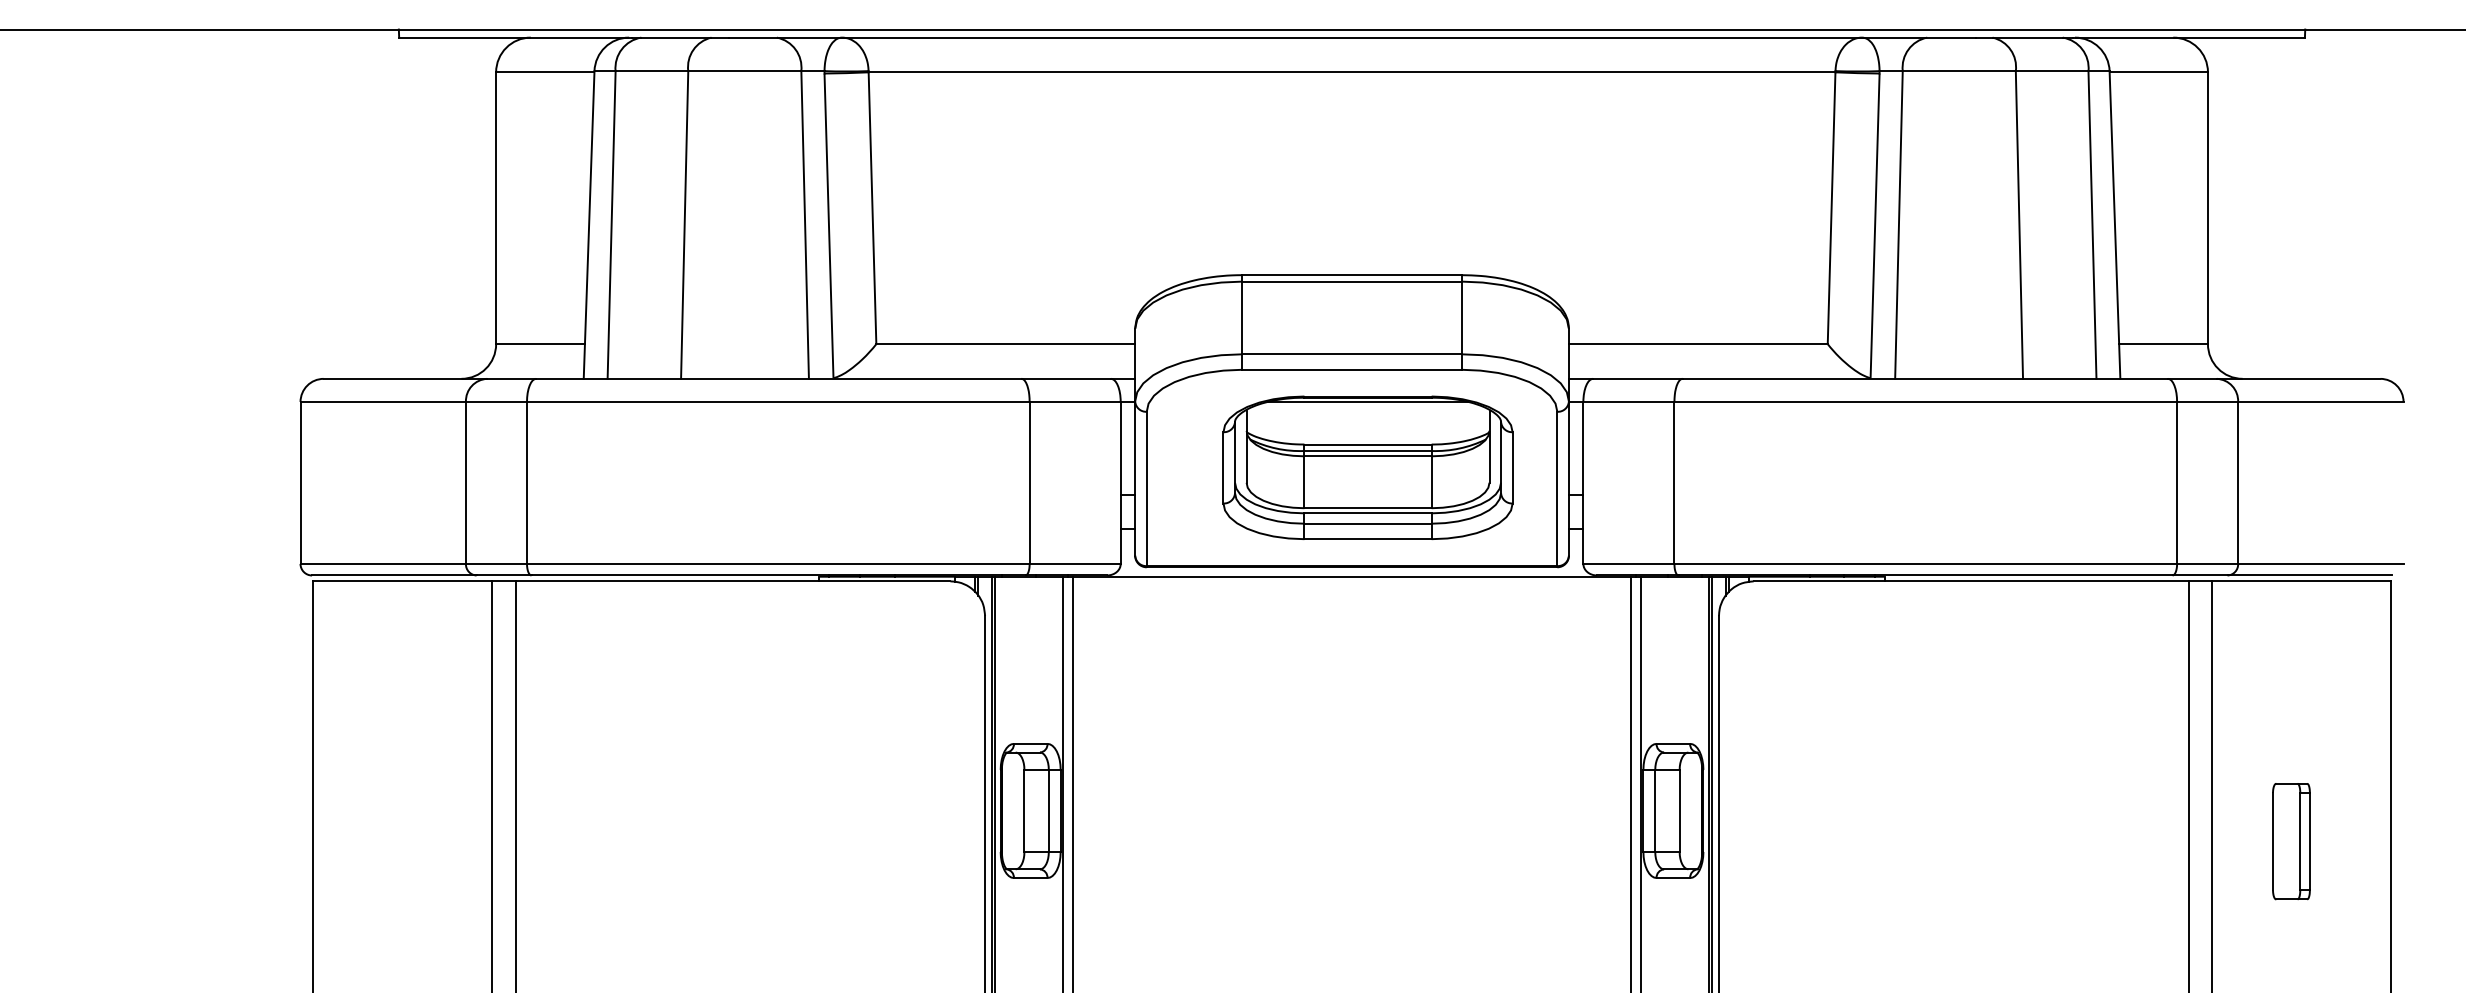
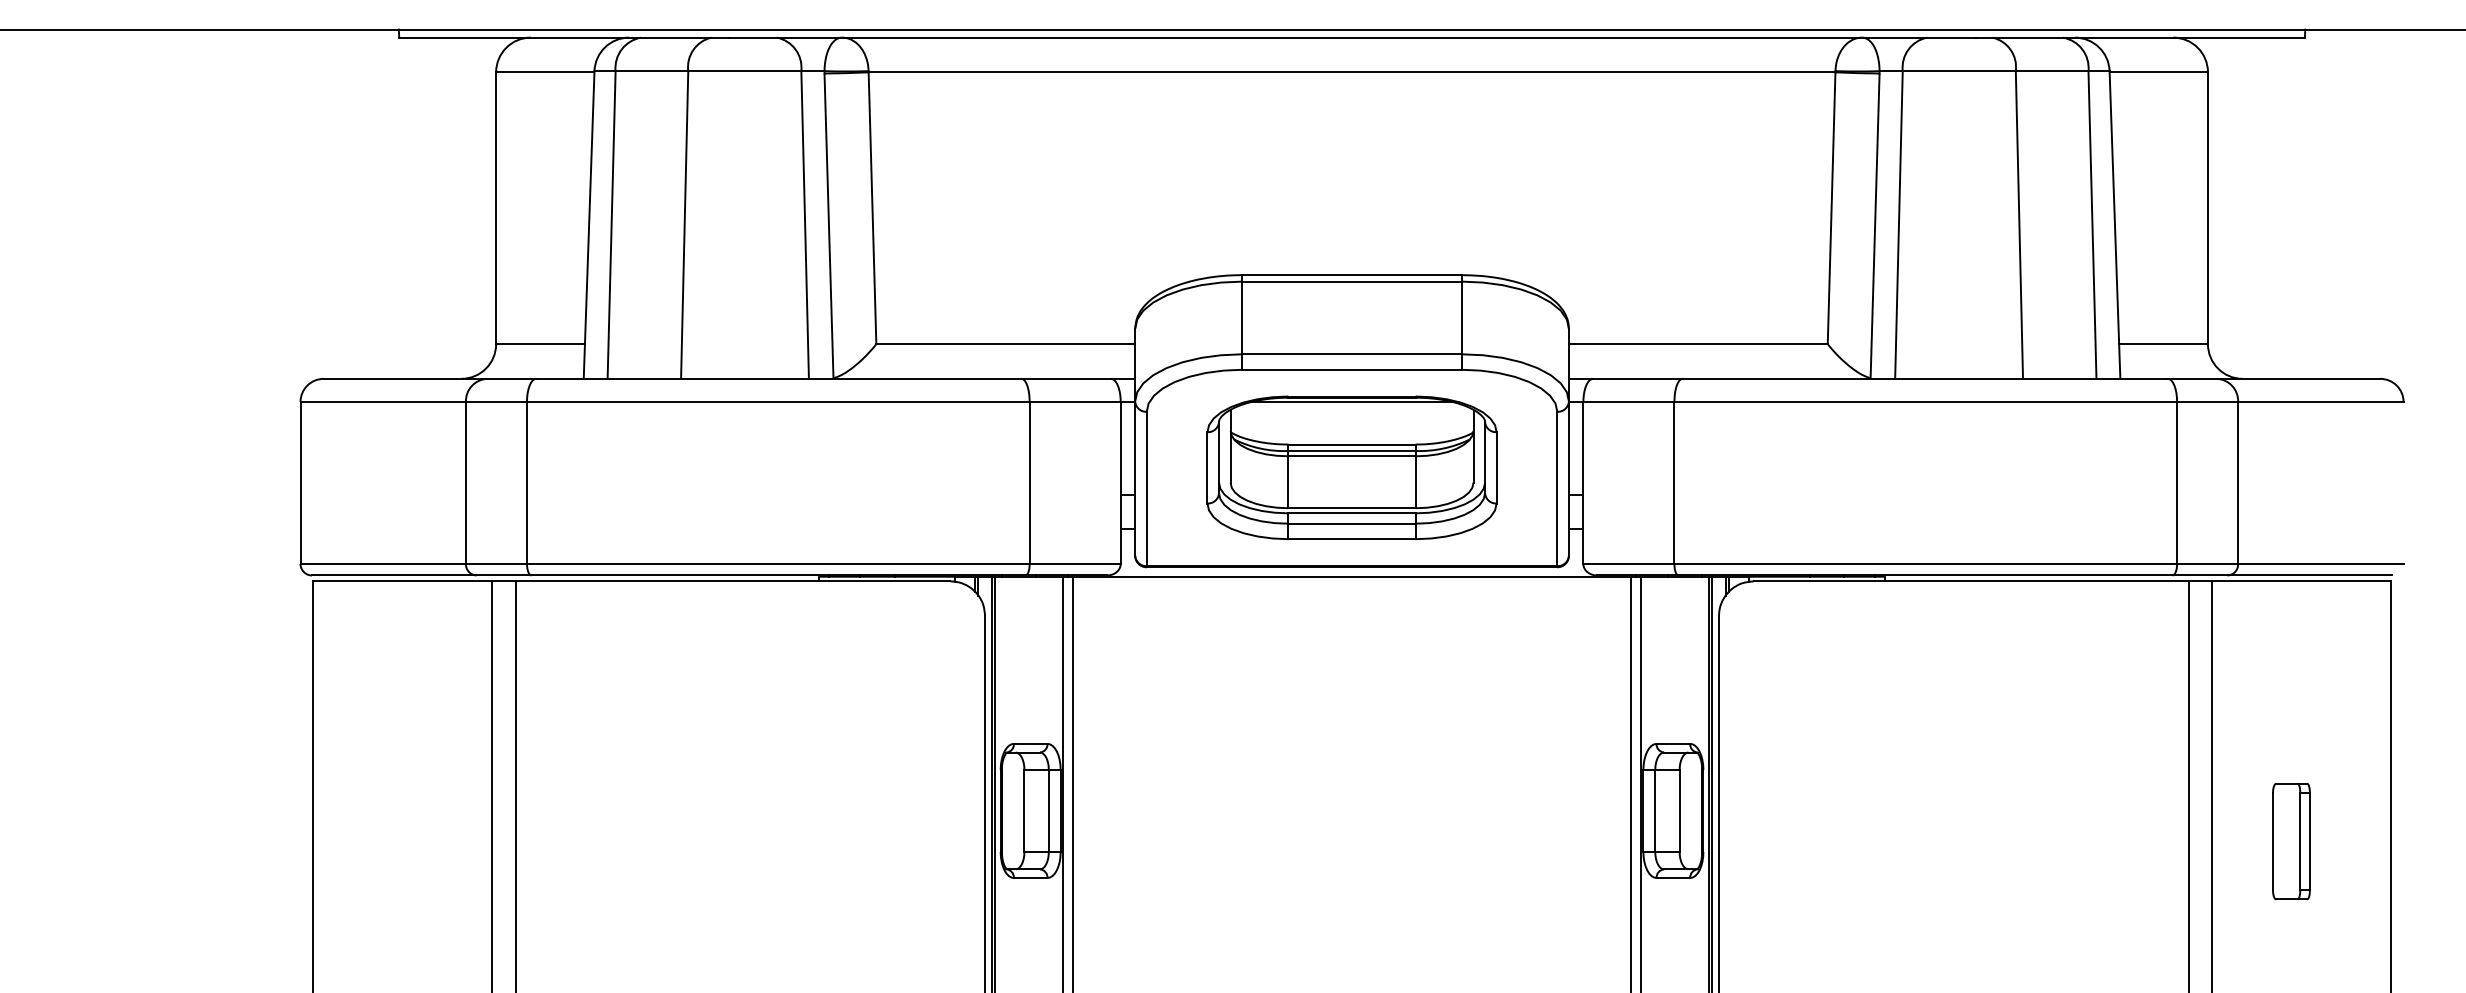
part at (1367, 467) position: (1367, 467) -> (1351, 467)
